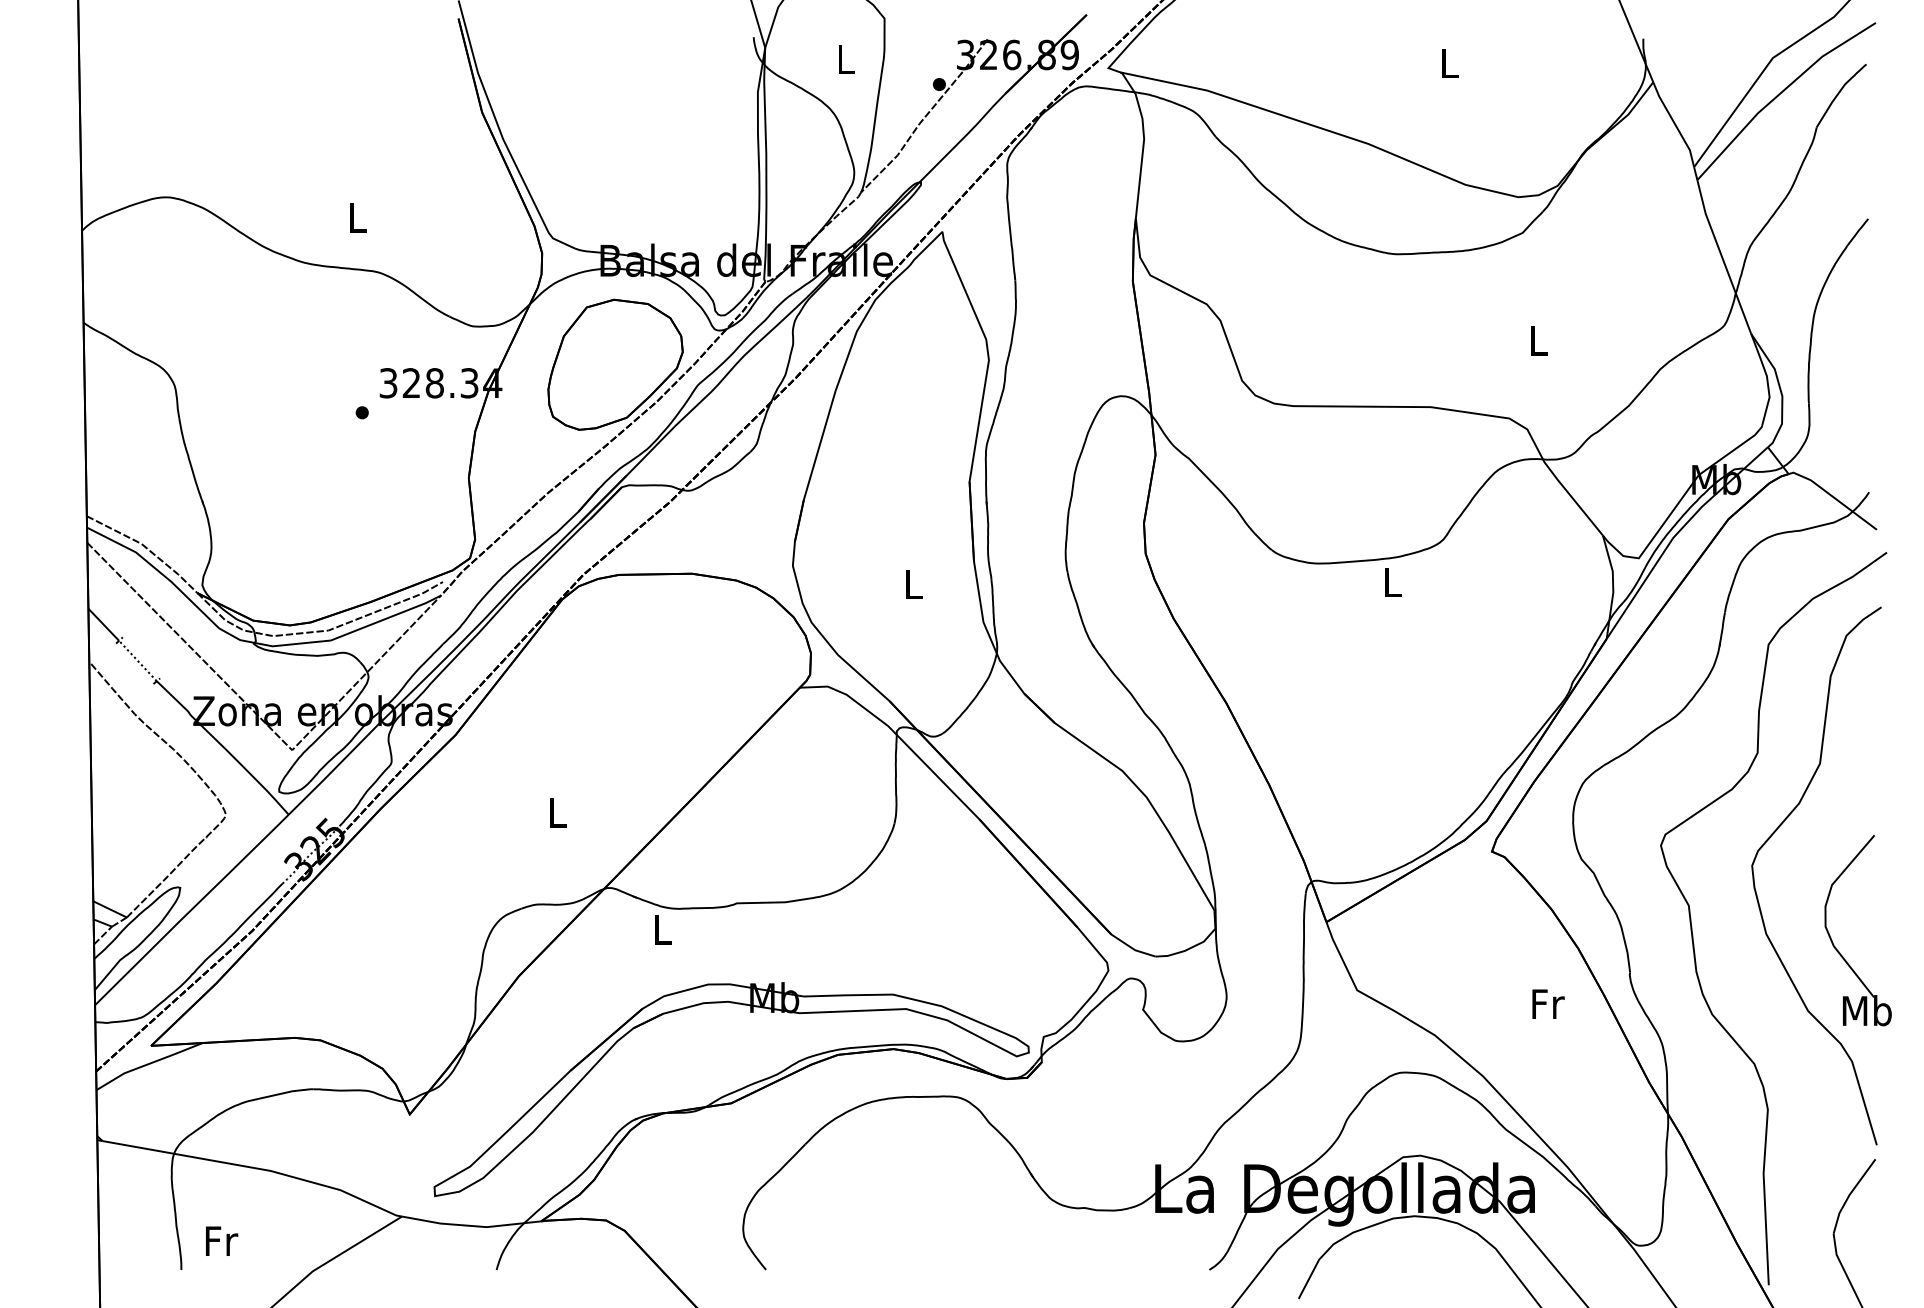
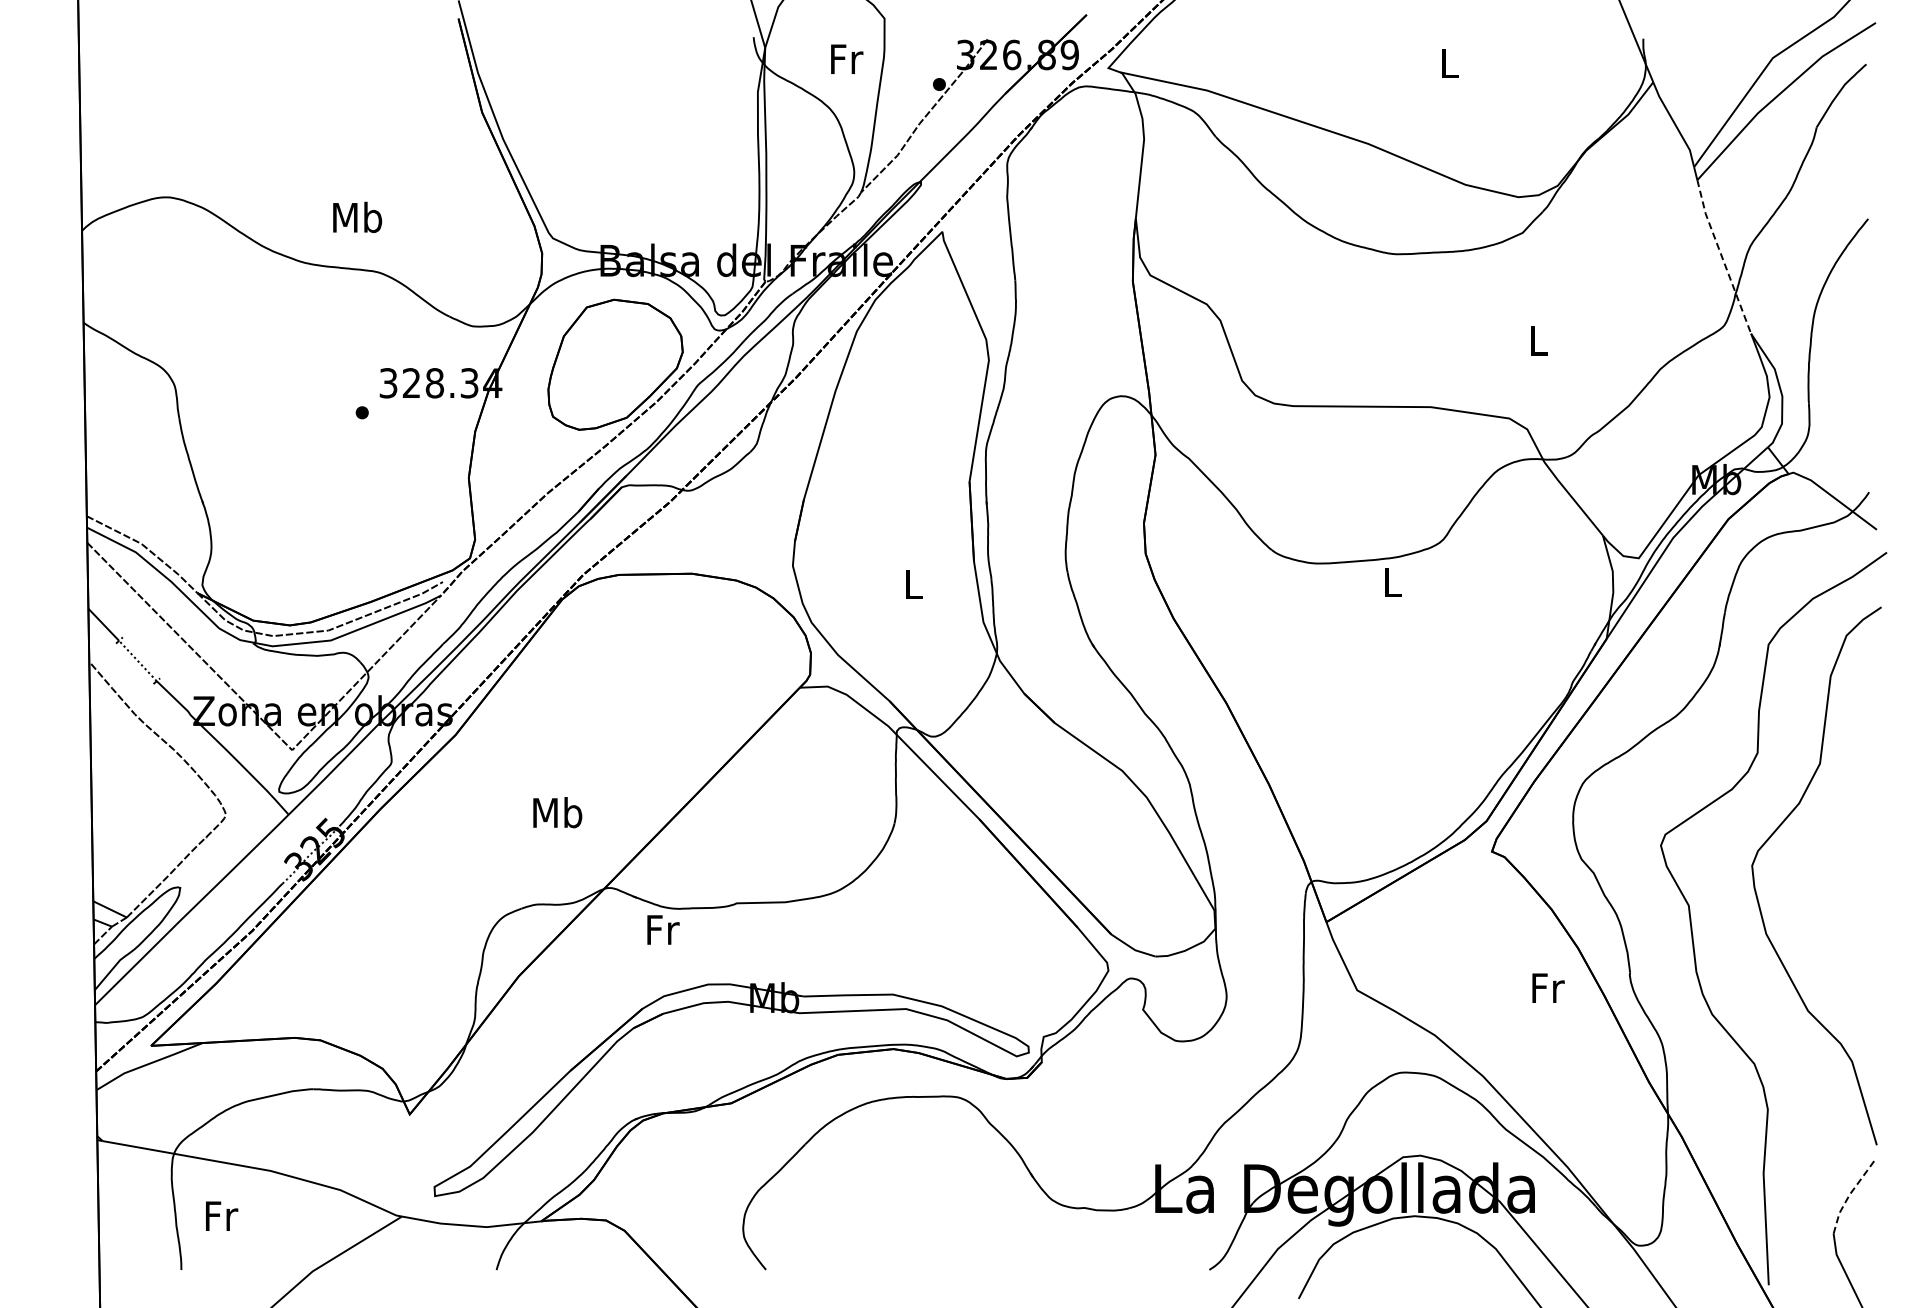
text at (847, 58): L -> Fr
text at (357, 217): L -> Mb
line at (1722, 257): solid -> dashed
text at (557, 812): L -> Mb
text at (663, 929): L -> Fr
part at (1833, 942): present -> none
text at (1548, 1003) position: (1548, 1003) -> (1548, 987)
line at (1849, 1194): solid -> dashed
text at (222, 1240) position: (222, 1240) -> (222, 1215)
